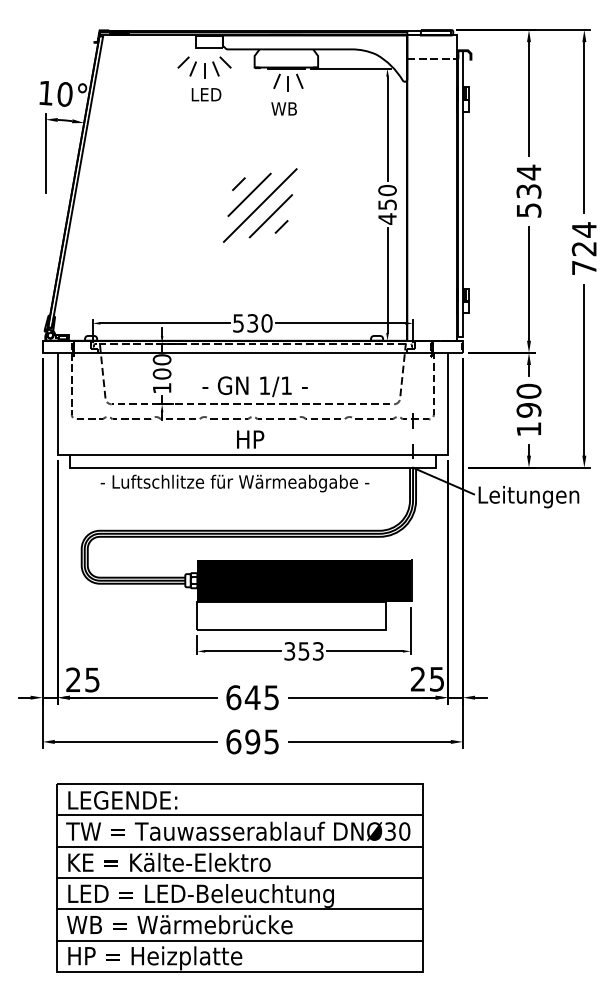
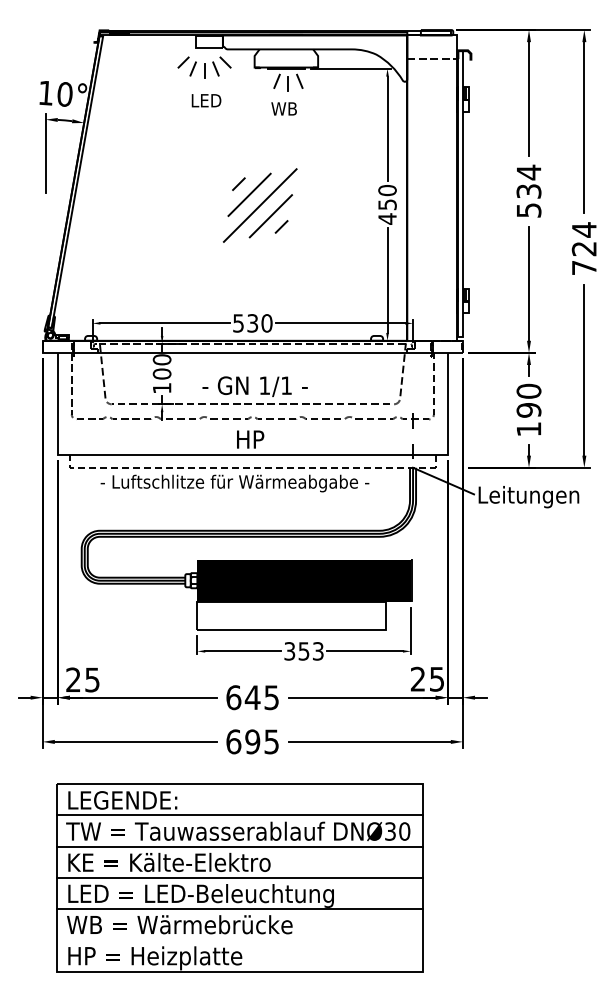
text at (206, 94) position: (206, 94) -> (206, 100)
line at (252, 467): solid -> dashed
line at (239, 940): present -> none
